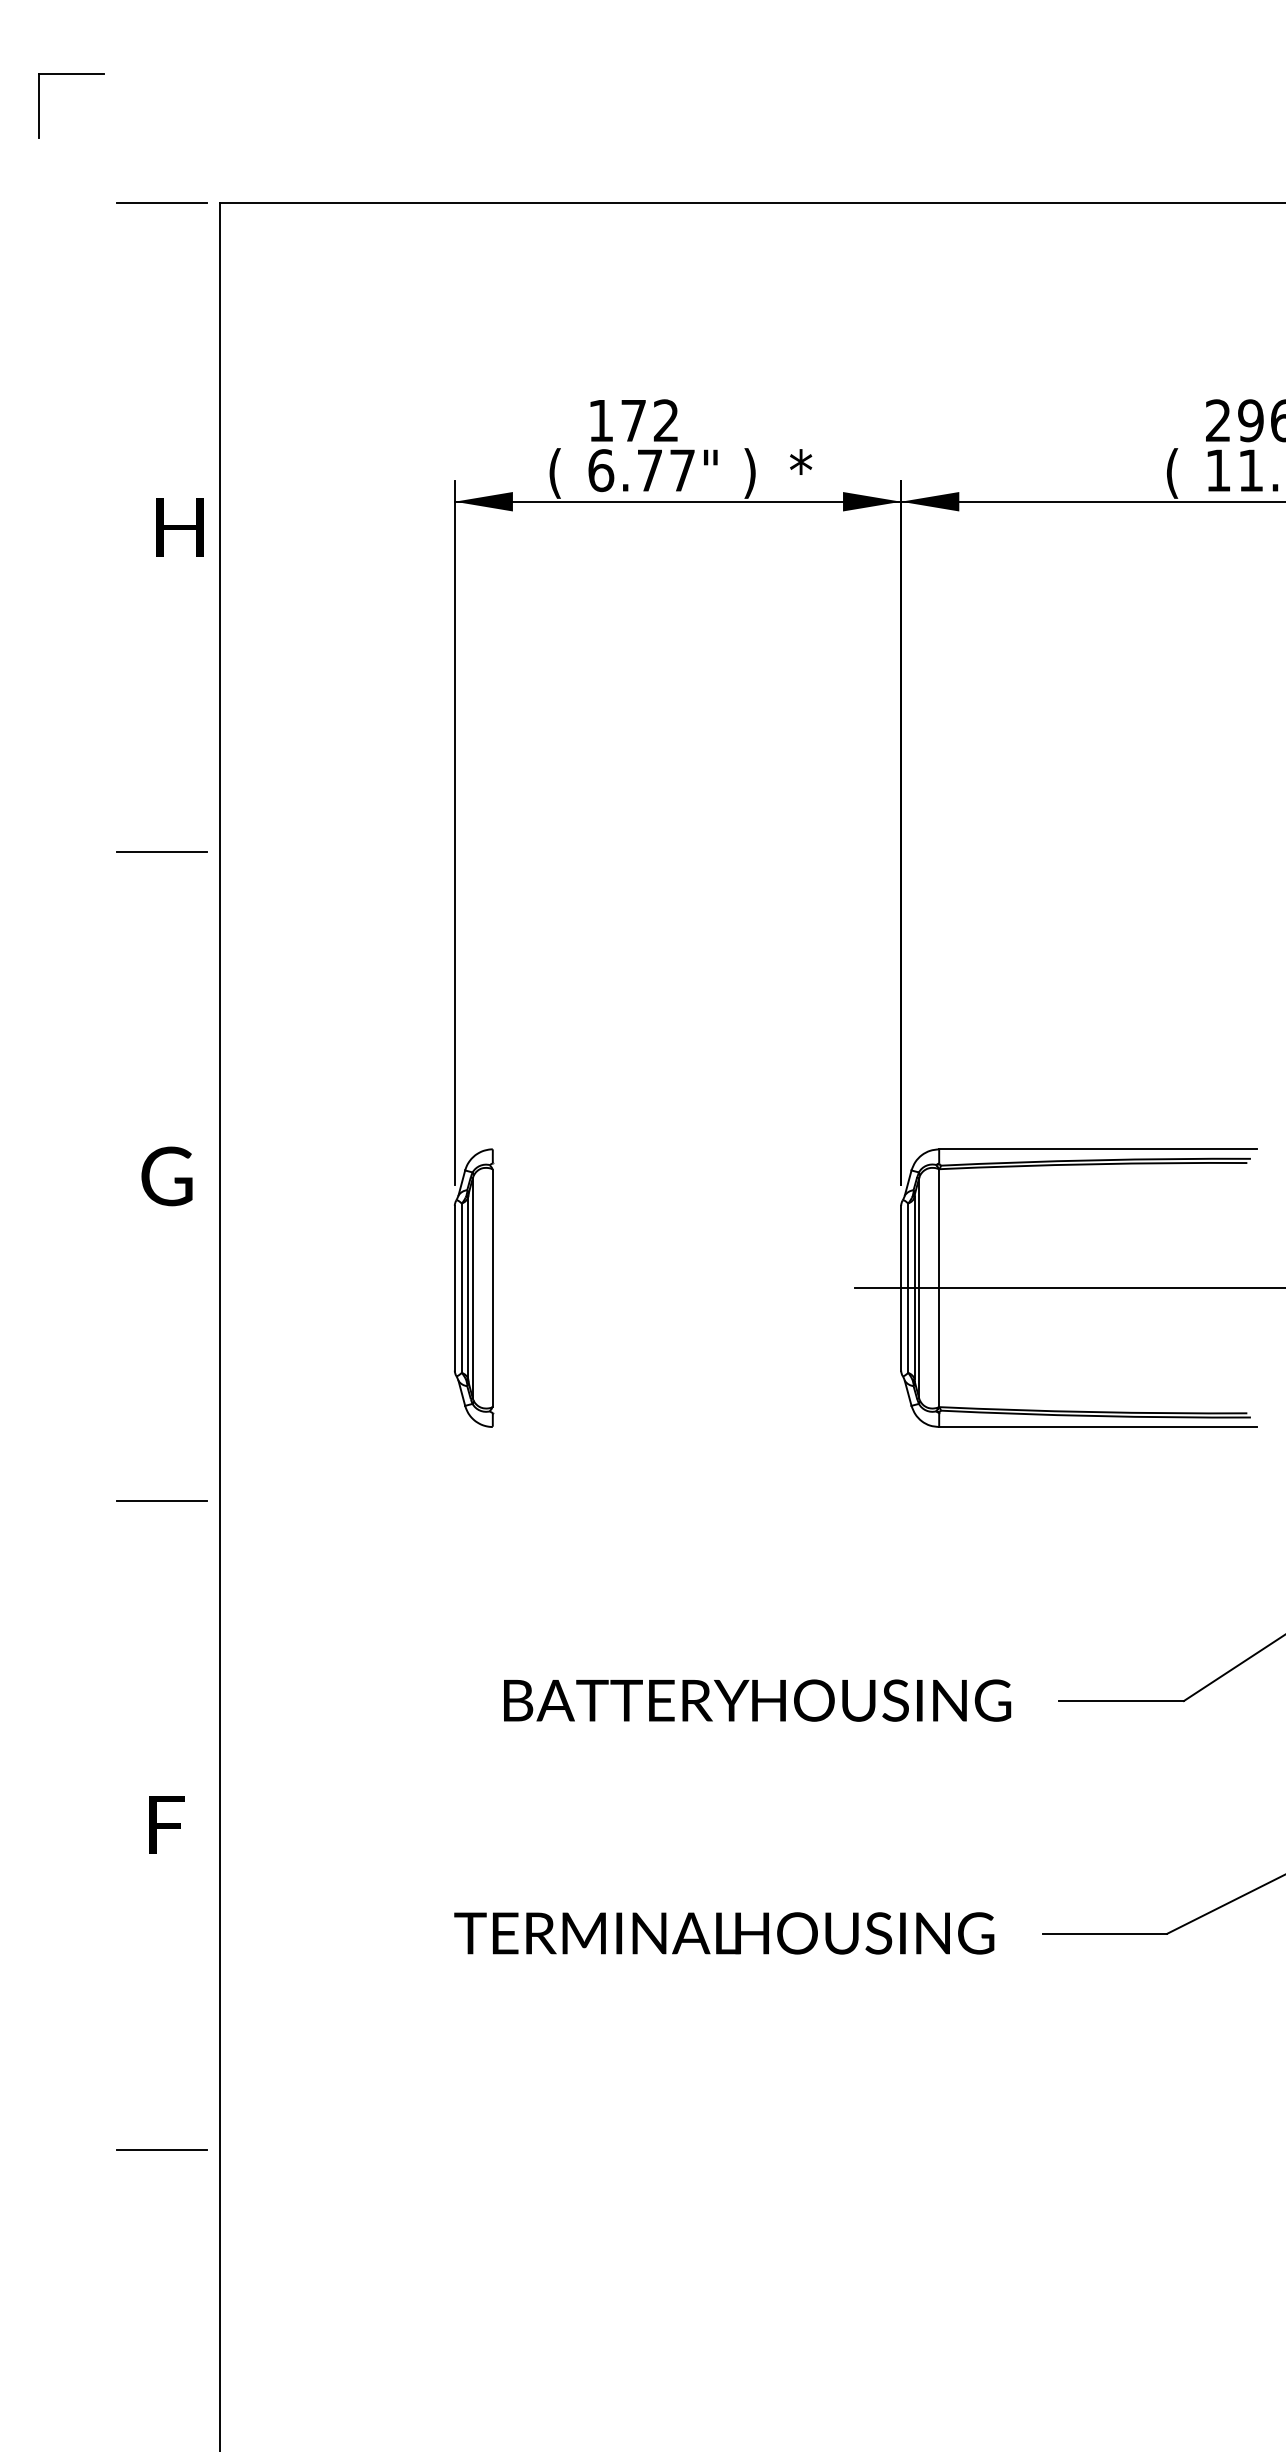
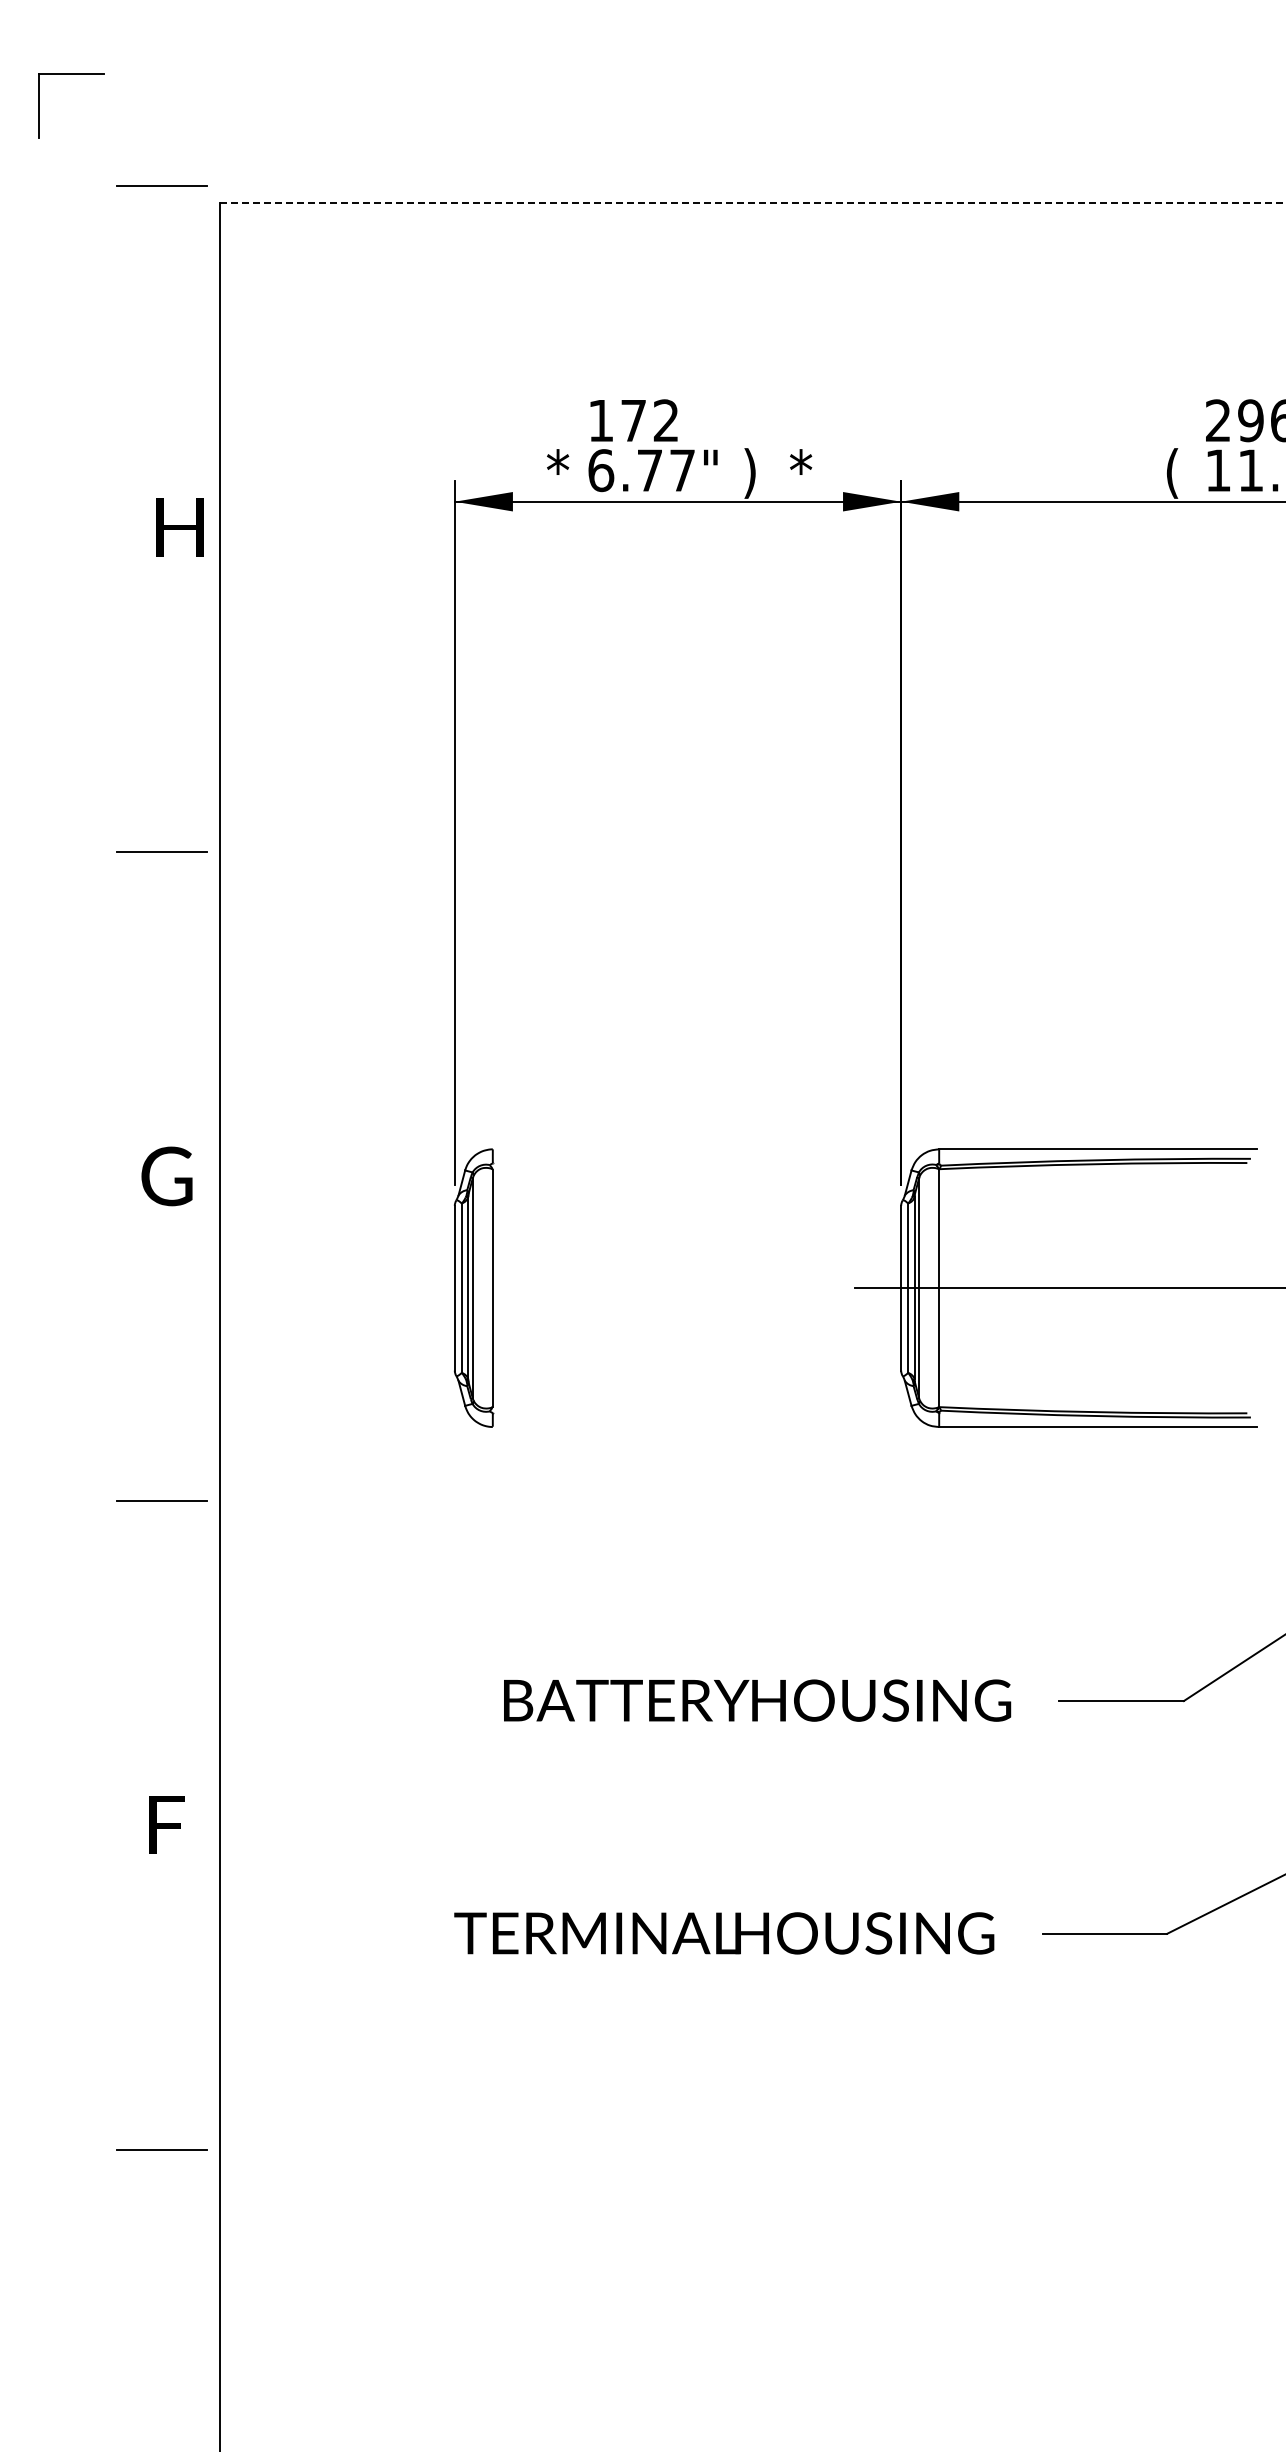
line at (161, 202) position: (161, 202) -> (161, 185)
line at (753, 203): solid -> dashed
text at (558, 473): ( -> *
